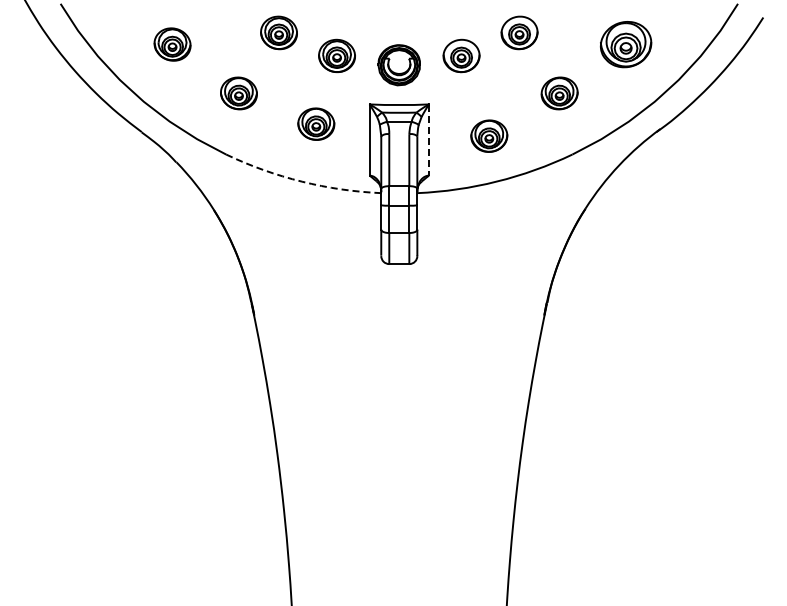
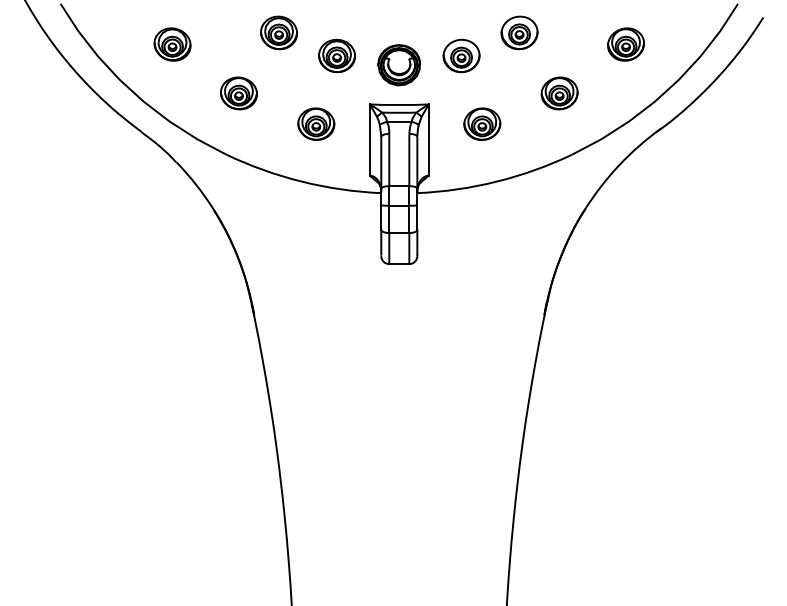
part at (626, 44) size: 53x48 px -> 38x35 px
part at (489, 135) position: (489, 135) -> (482, 123)
line at (429, 140): dashed -> solid
arc at (302, 181): dashed -> solid
